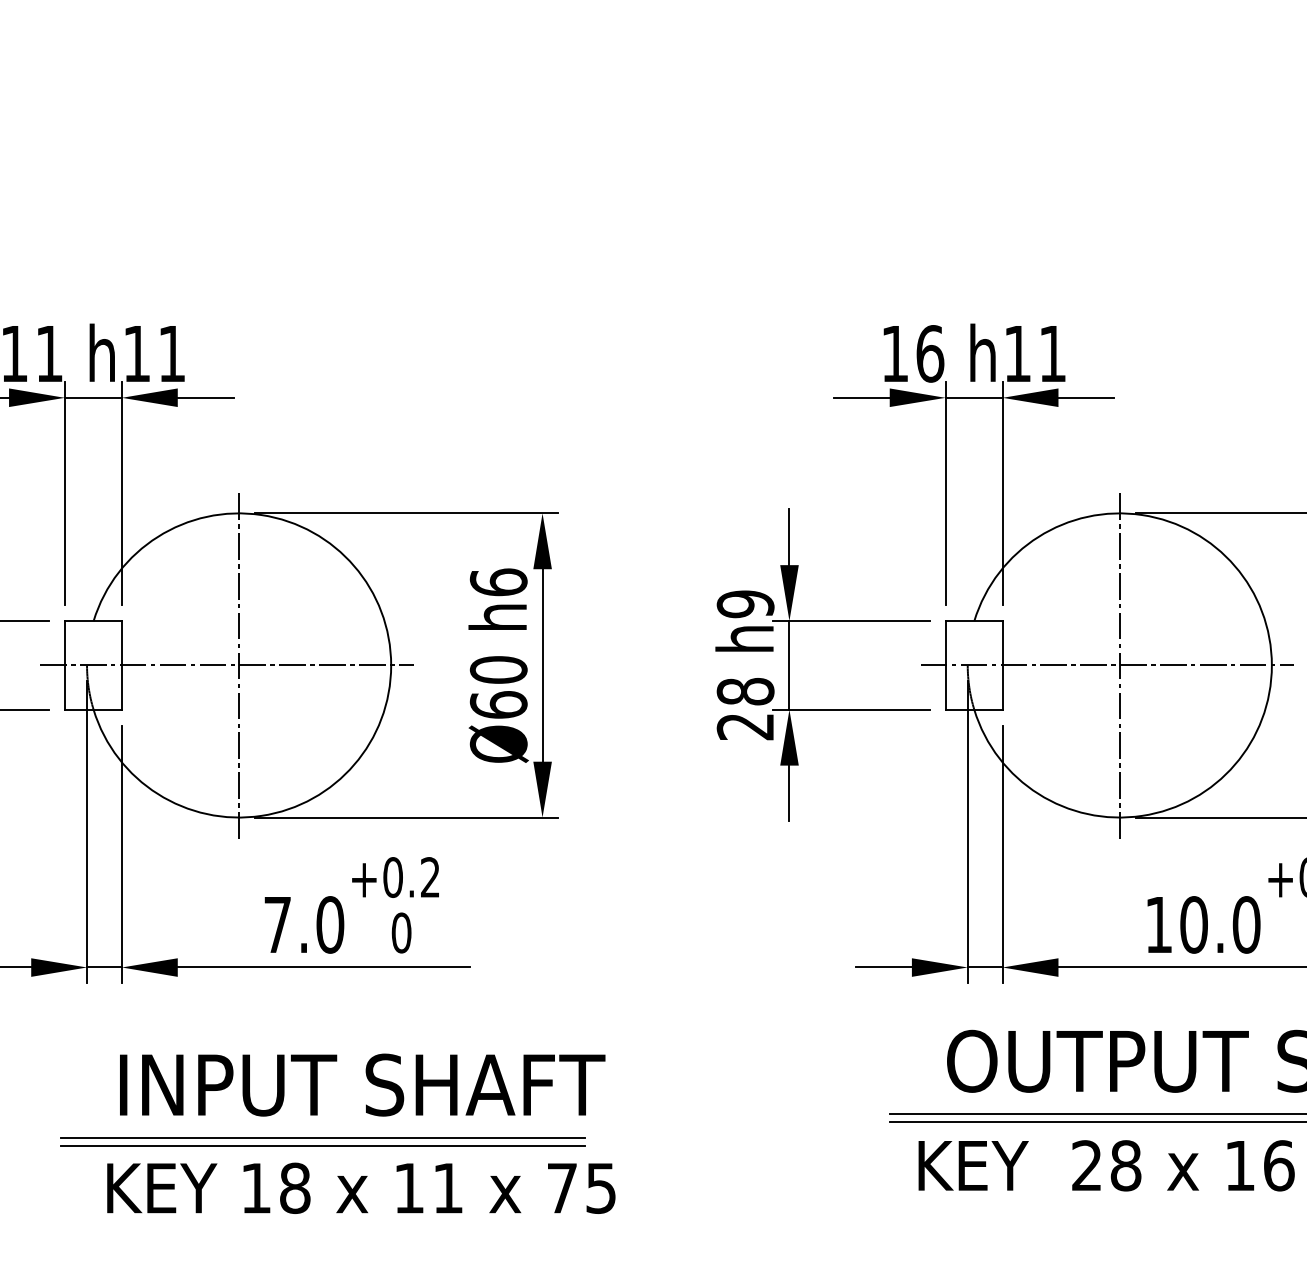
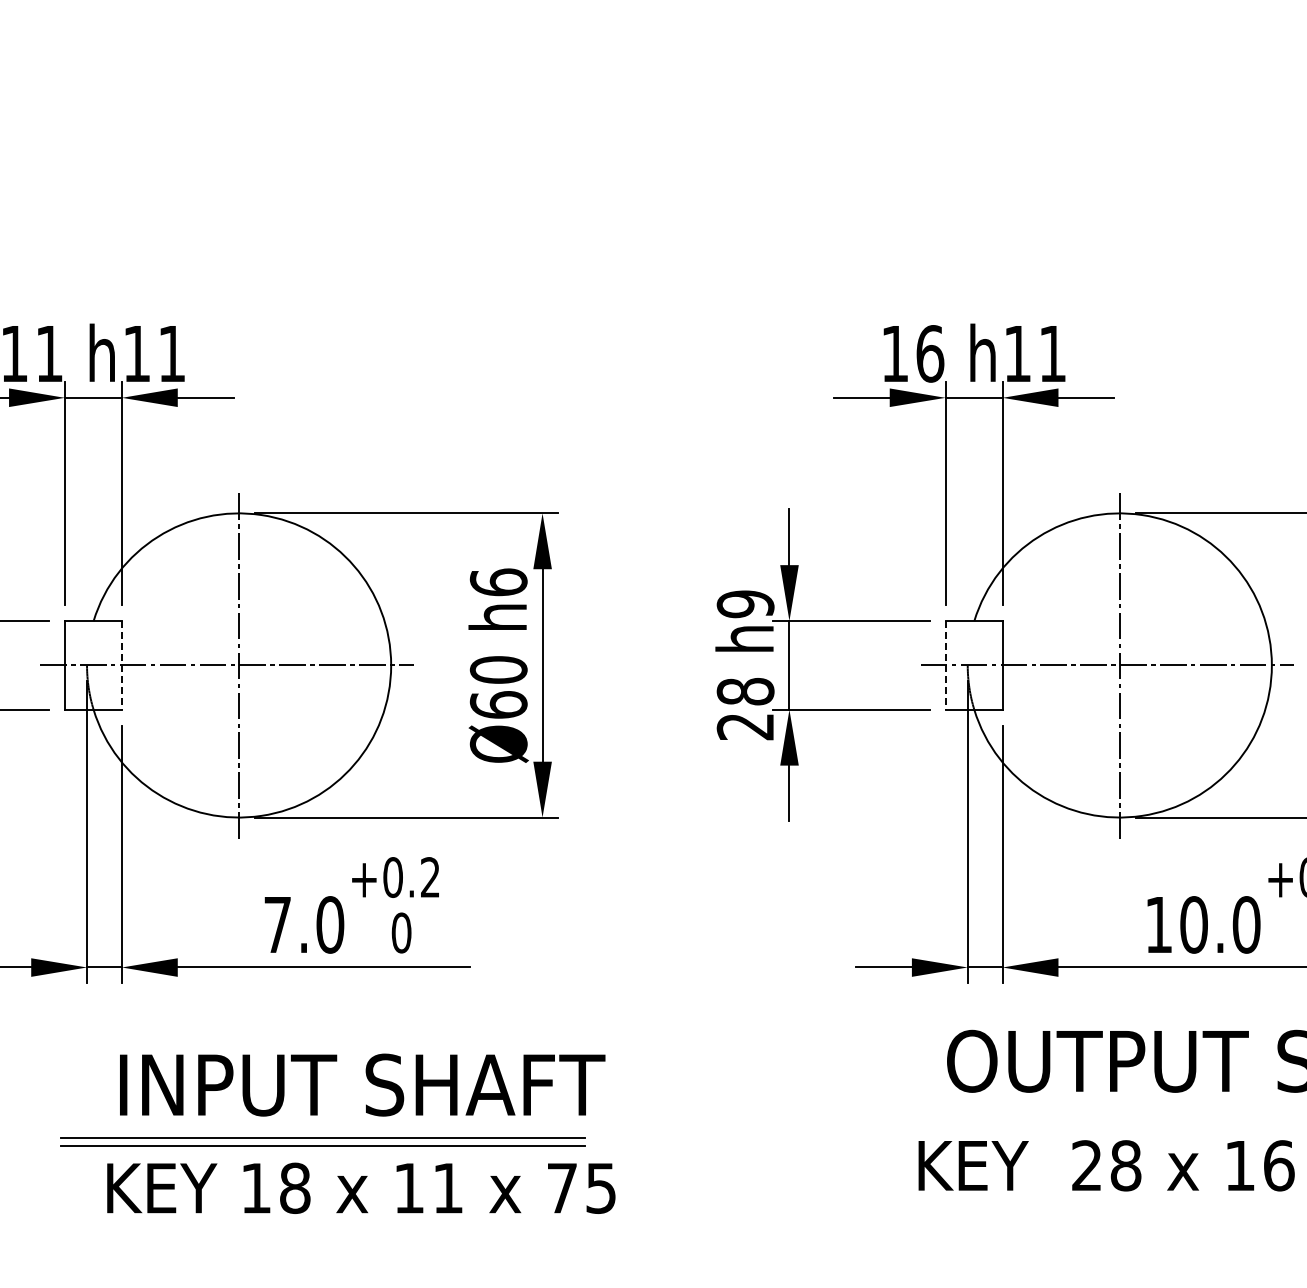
line at (121, 665): solid -> dashed
line at (945, 665): solid -> dashed
line at (1096, 1114): present -> none
line at (1096, 1122): present -> none
